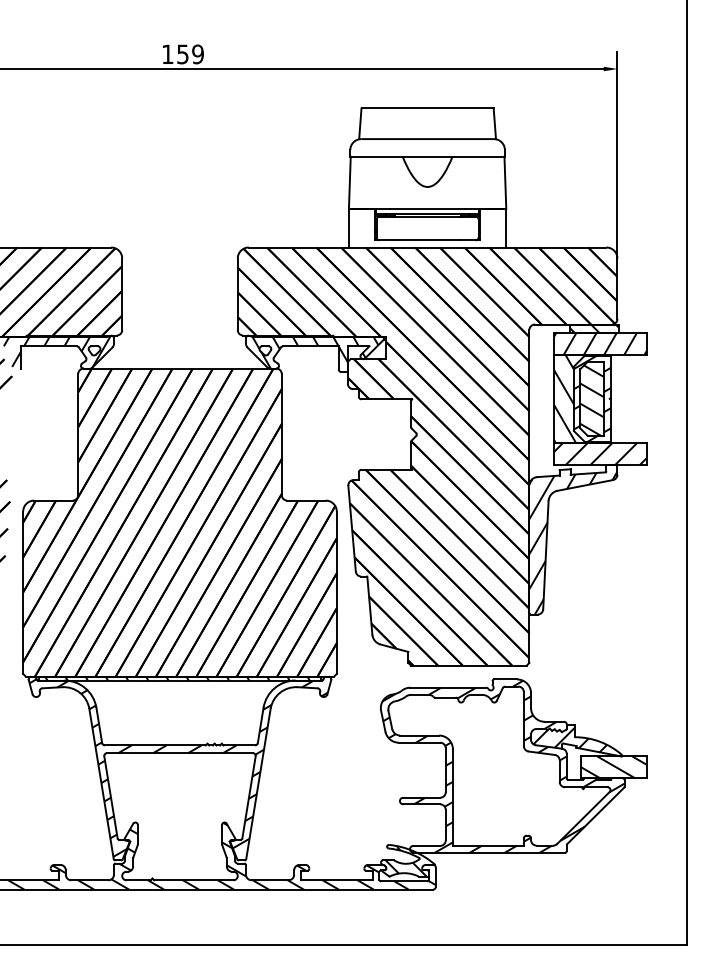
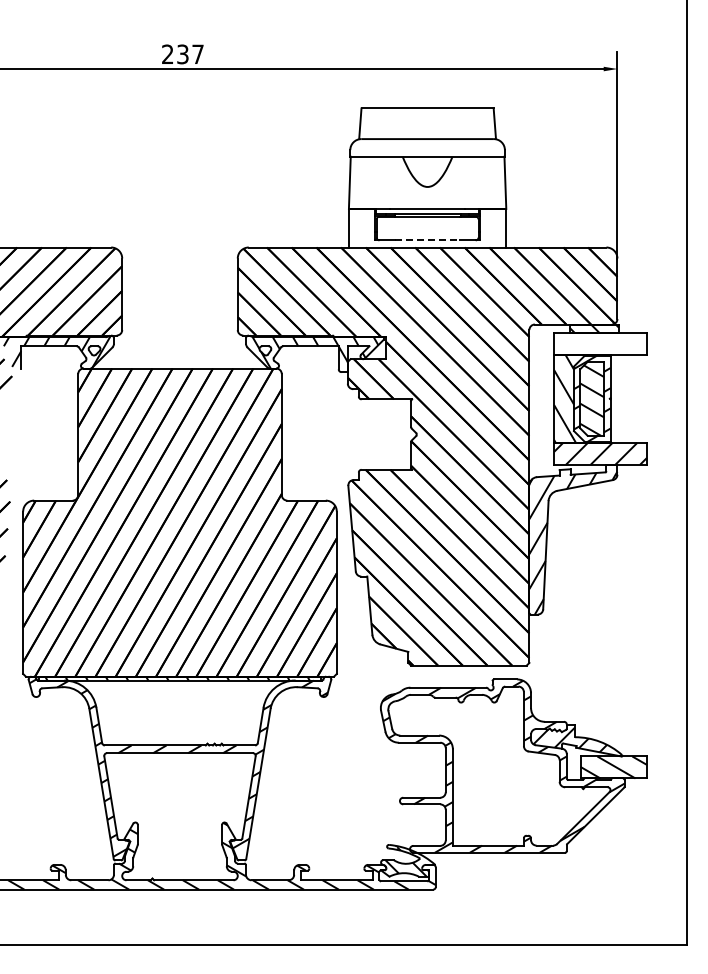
text at (182, 54): 159 -> 237
line at (428, 240): solid -> dashed
hatch at (600, 343): present -> none
